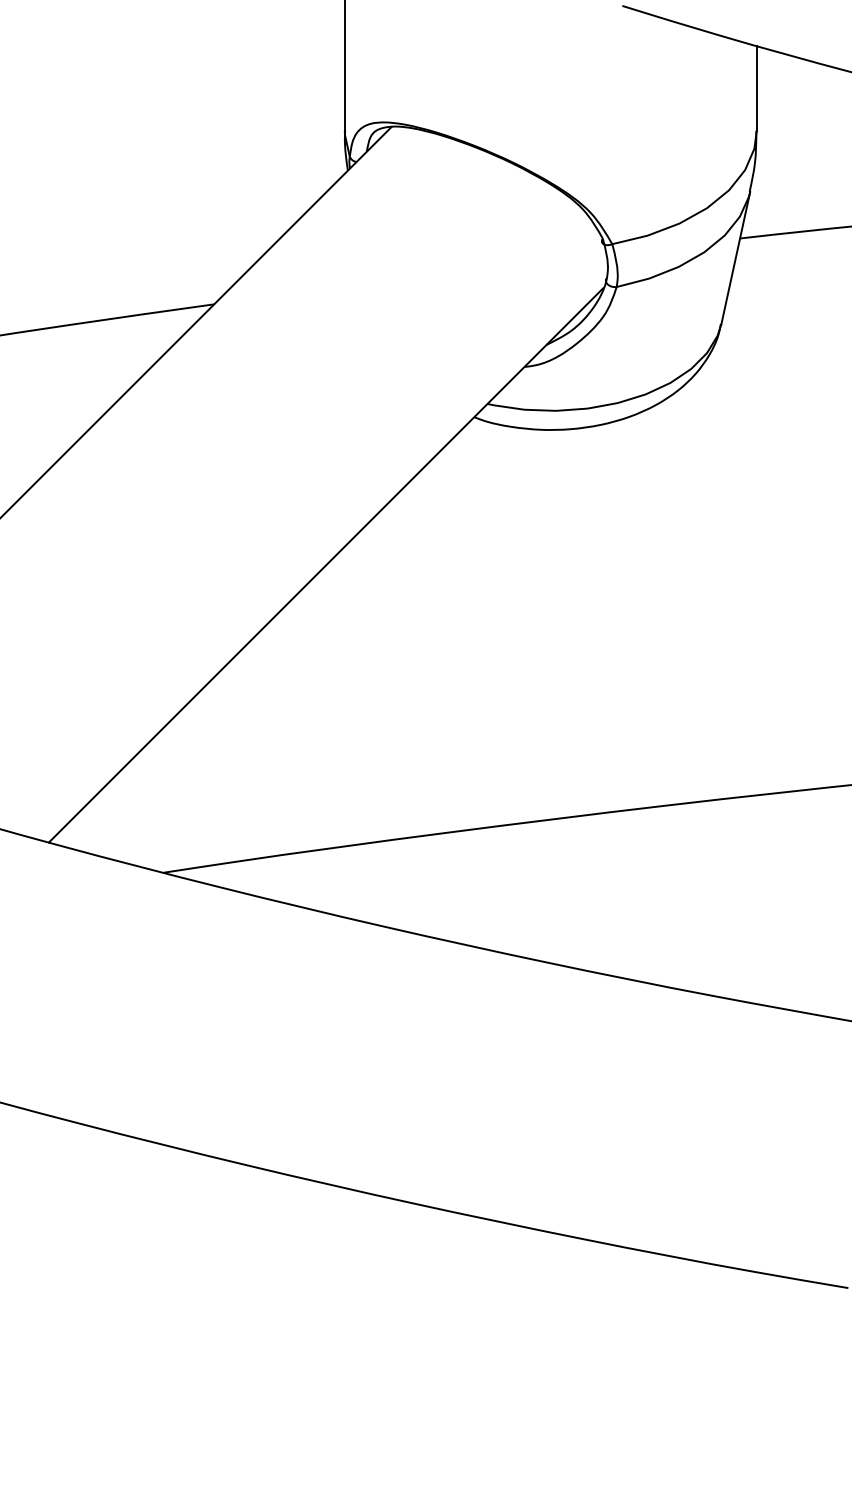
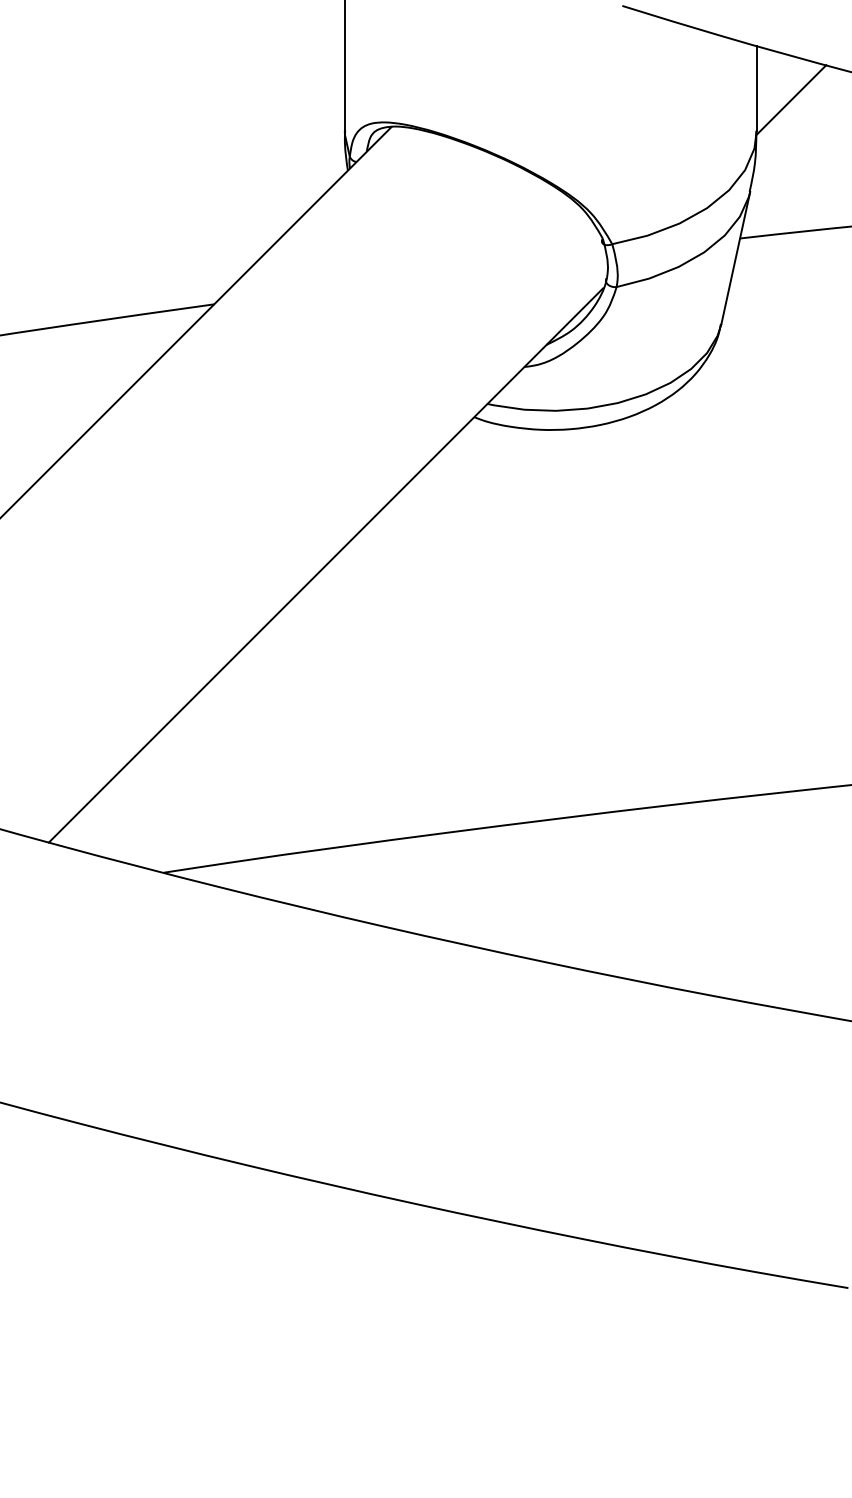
line at (791, 100): none -> present
